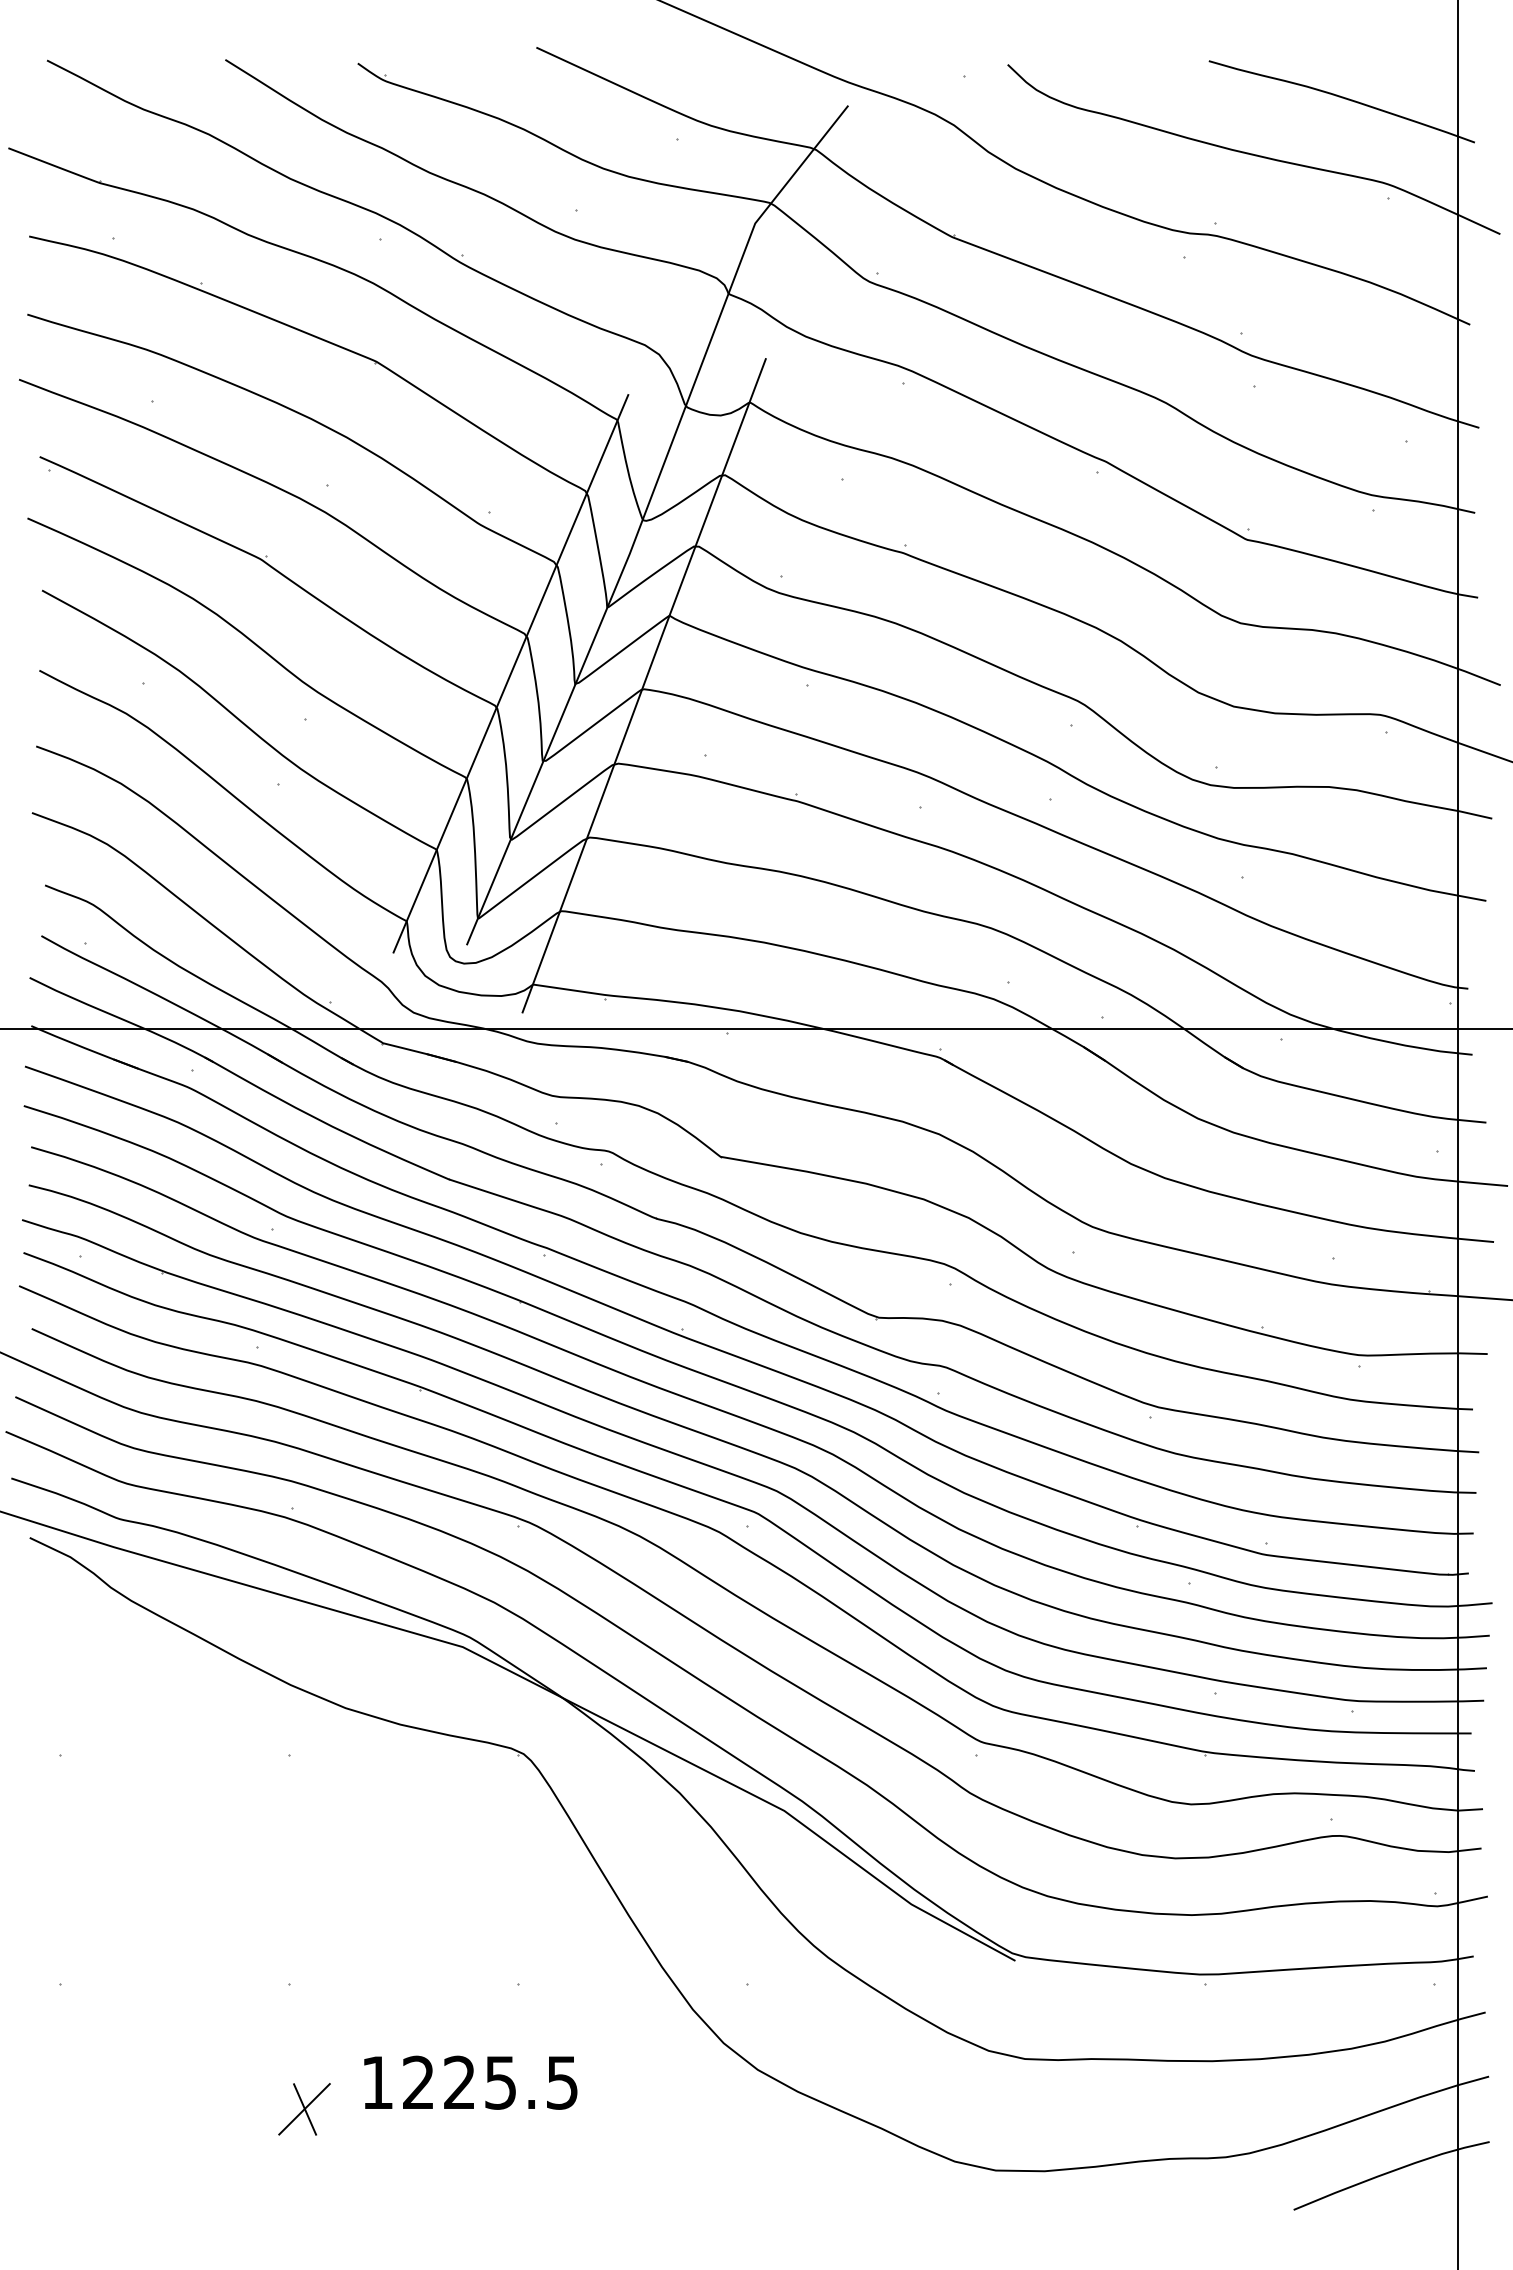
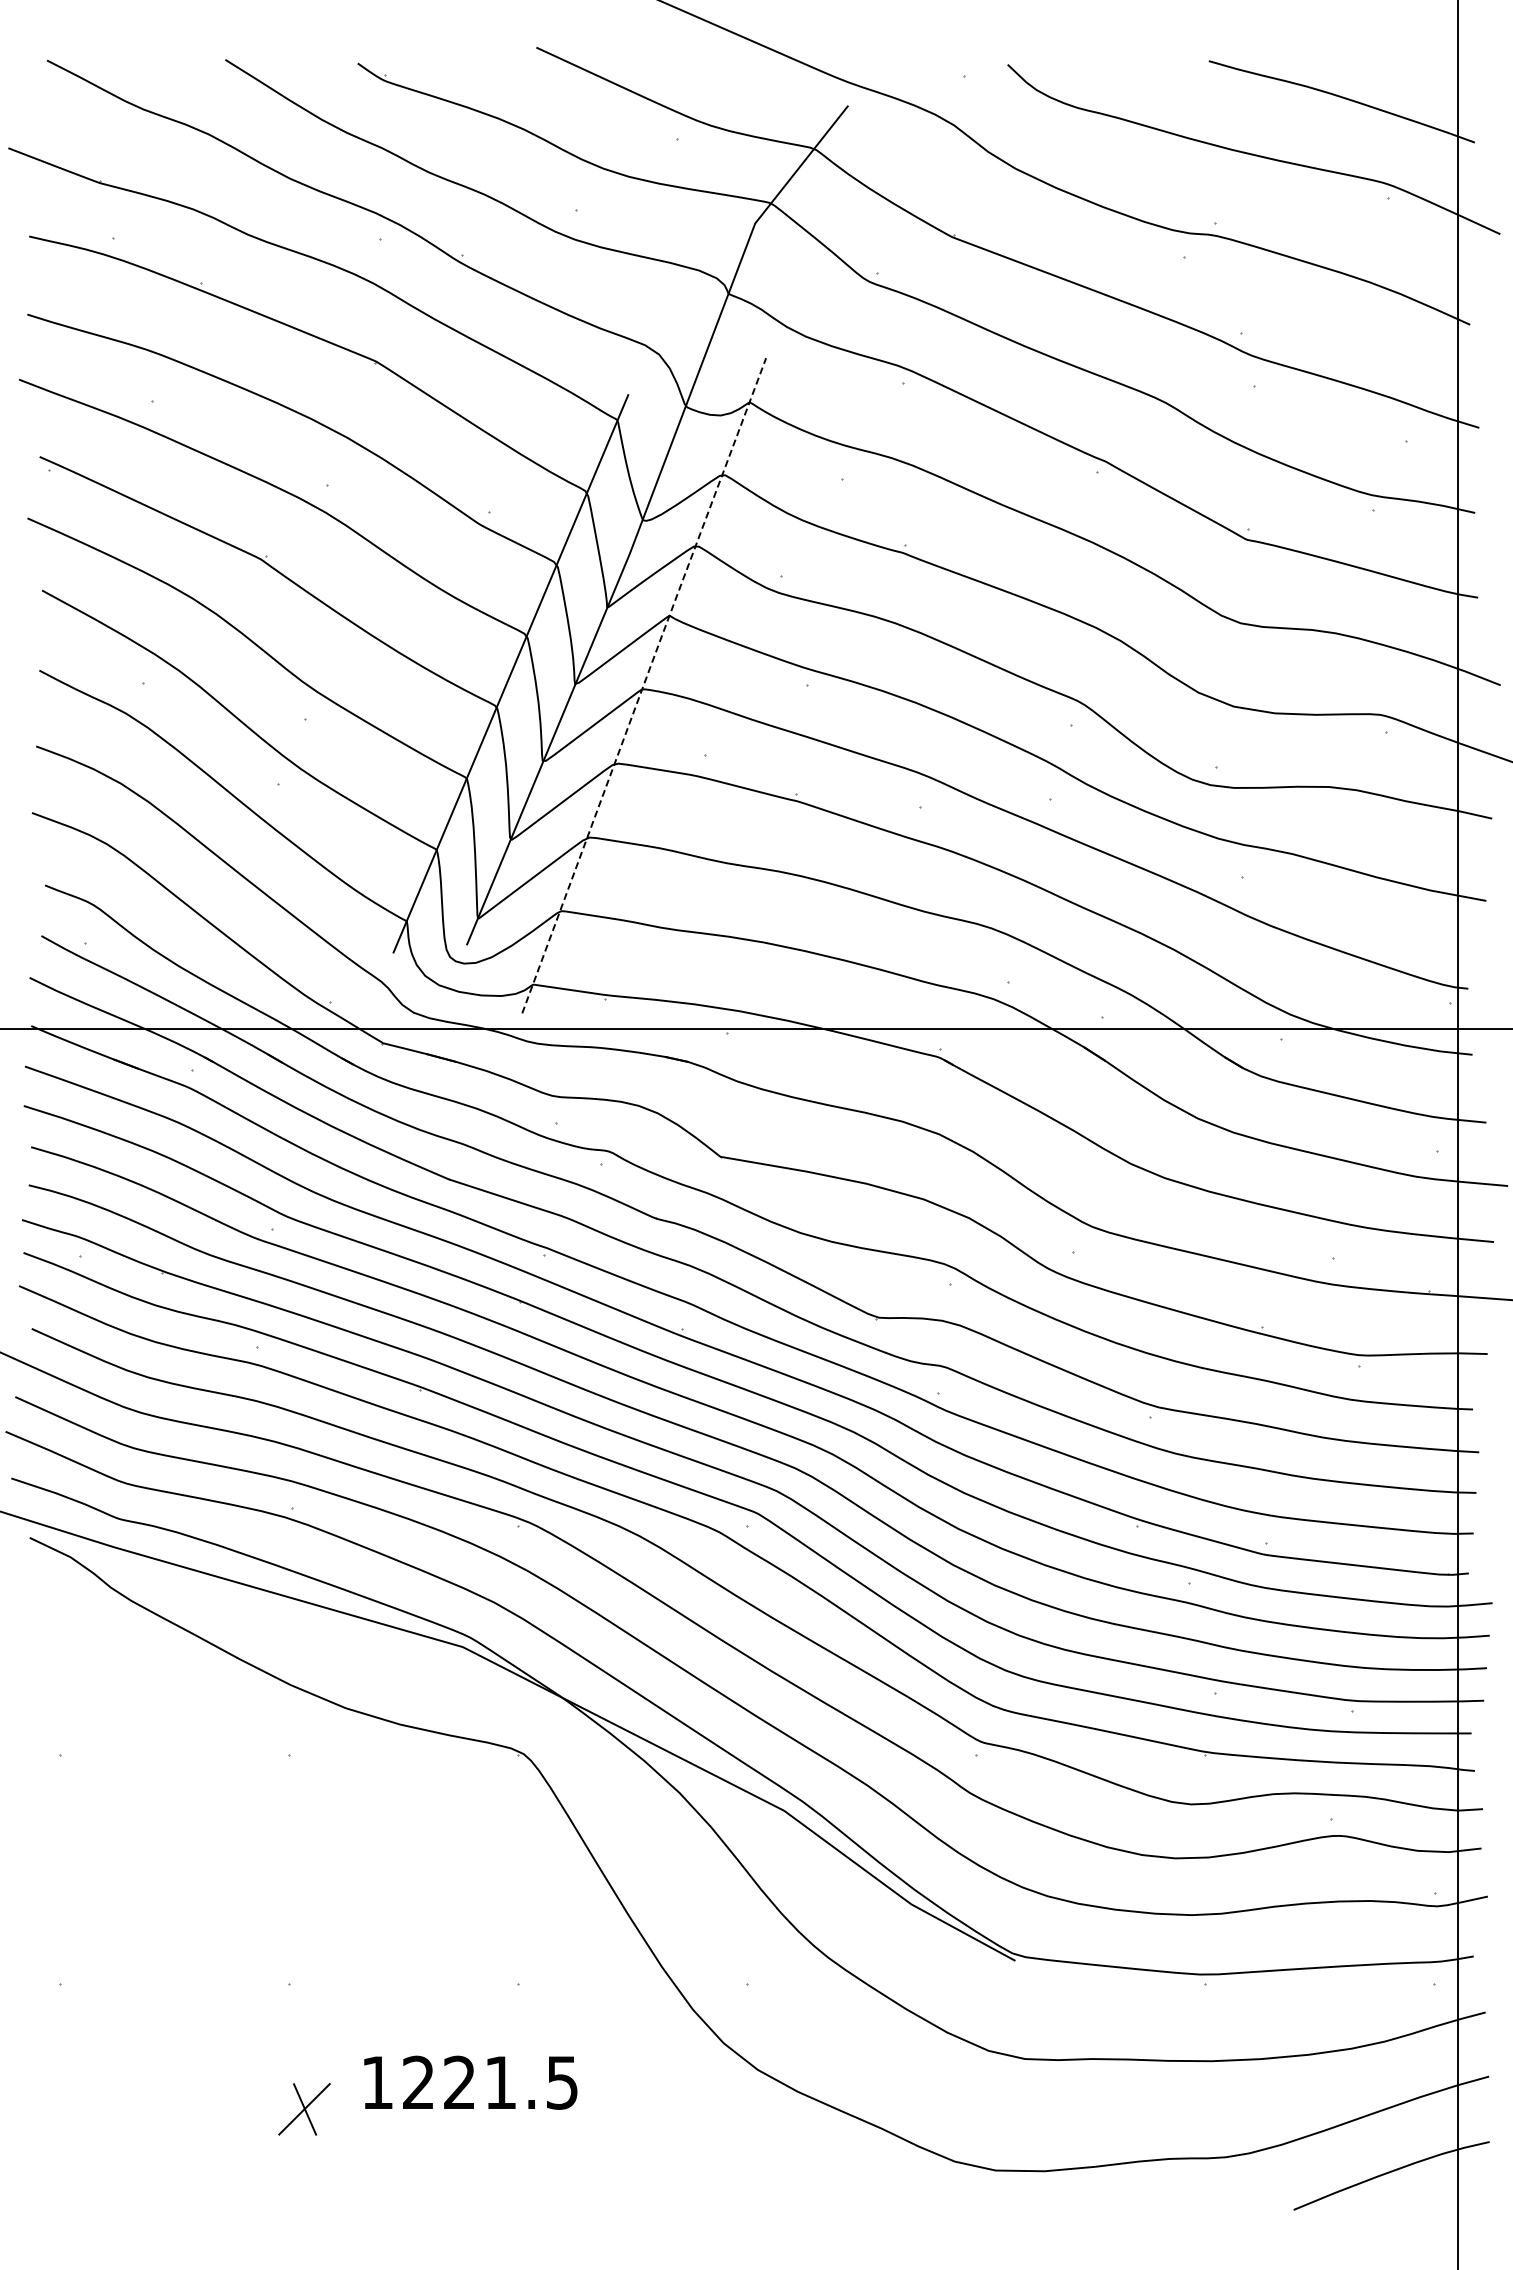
line at (643, 684): solid -> dashed
text at (500, 2082): 1225.5 -> 1221.5
